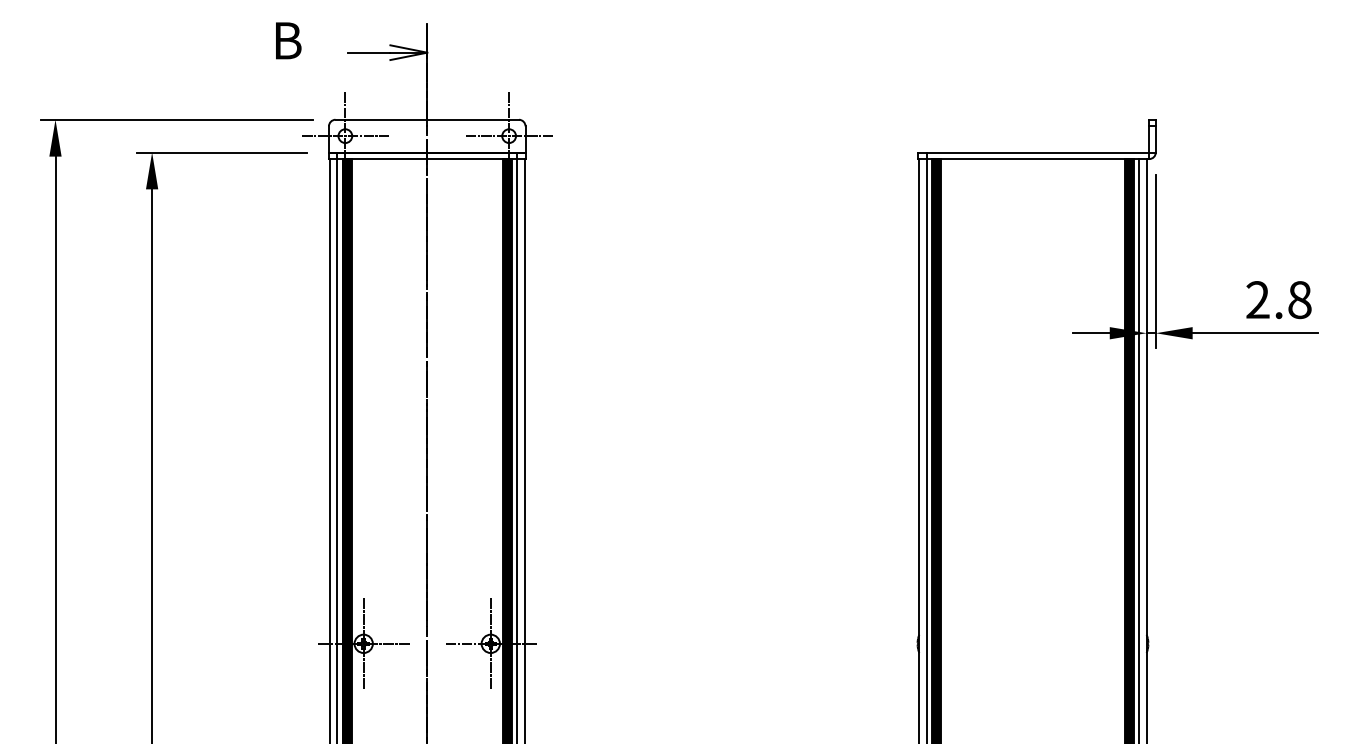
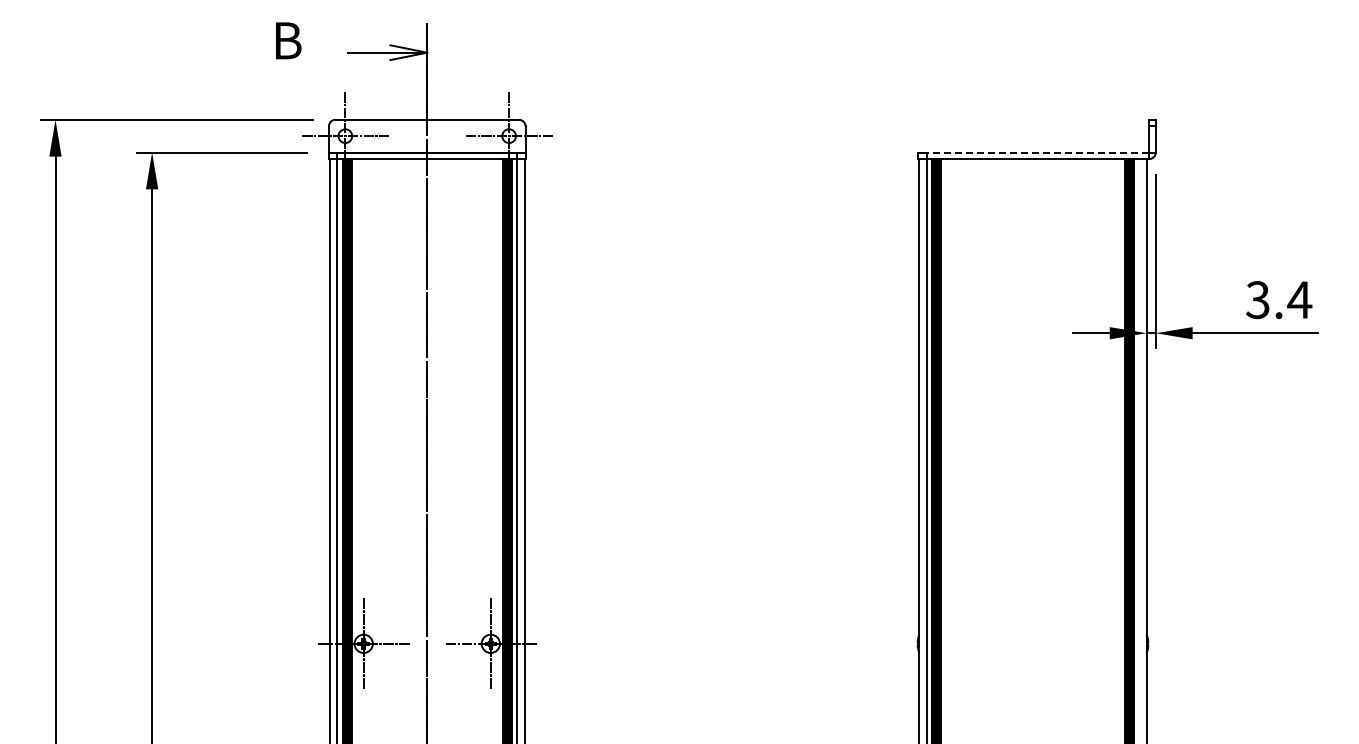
line at (1037, 152): solid -> dashed
text at (1279, 300): 2.8 -> 3.4
line at (1139, 449): present -> none
